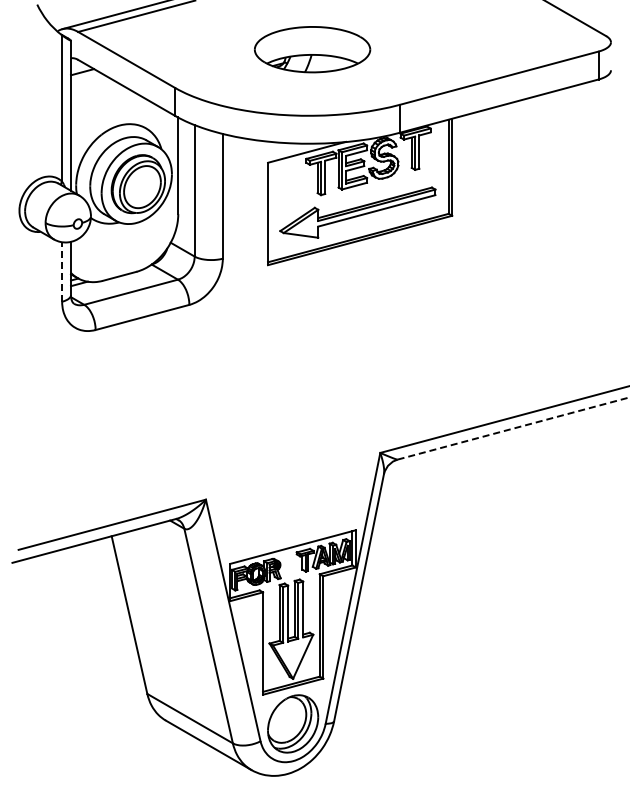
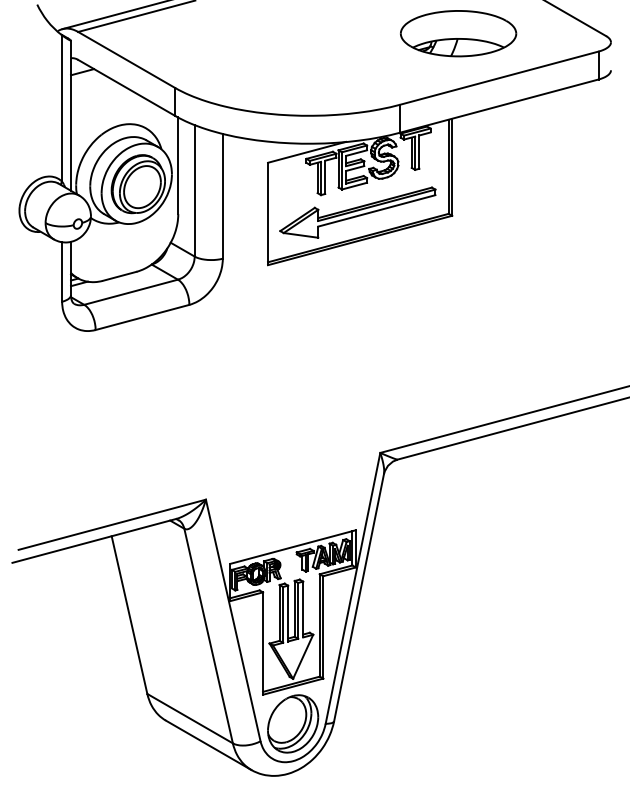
part at (312, 49) position: (312, 49) -> (458, 33)
line at (62, 271): dashed -> solid
line at (513, 428): dashed -> solid
